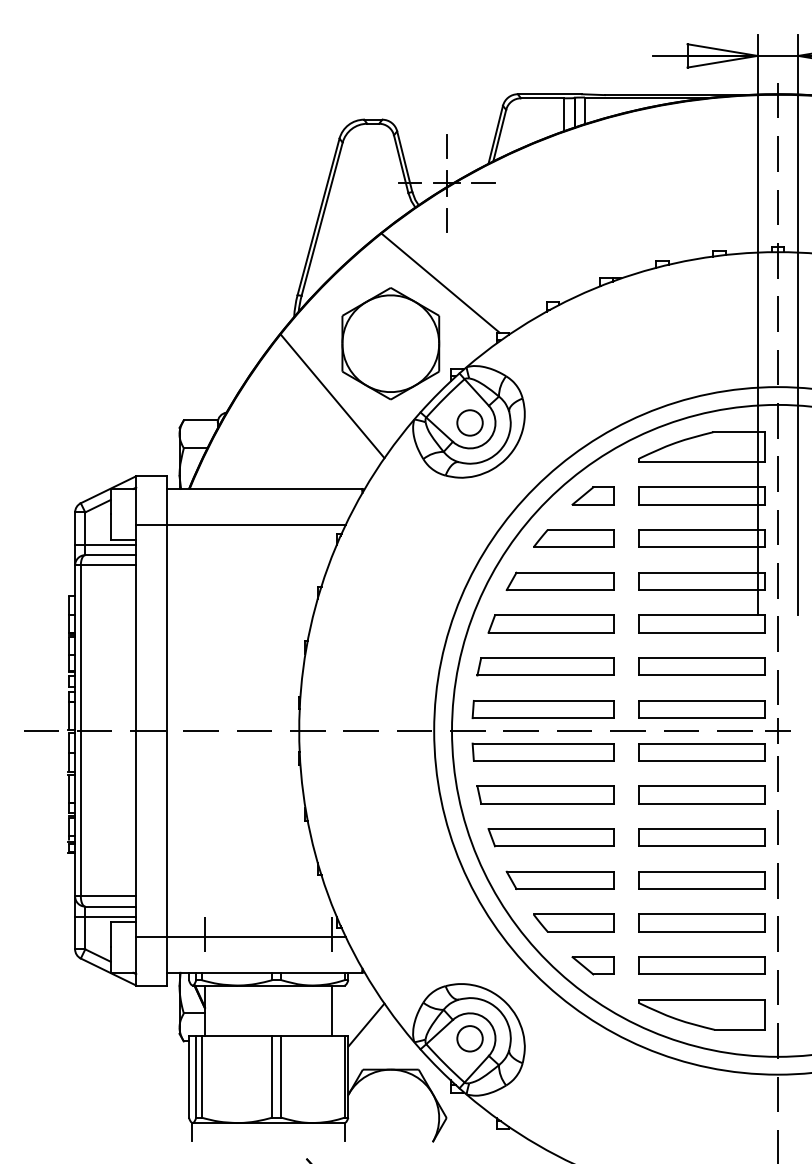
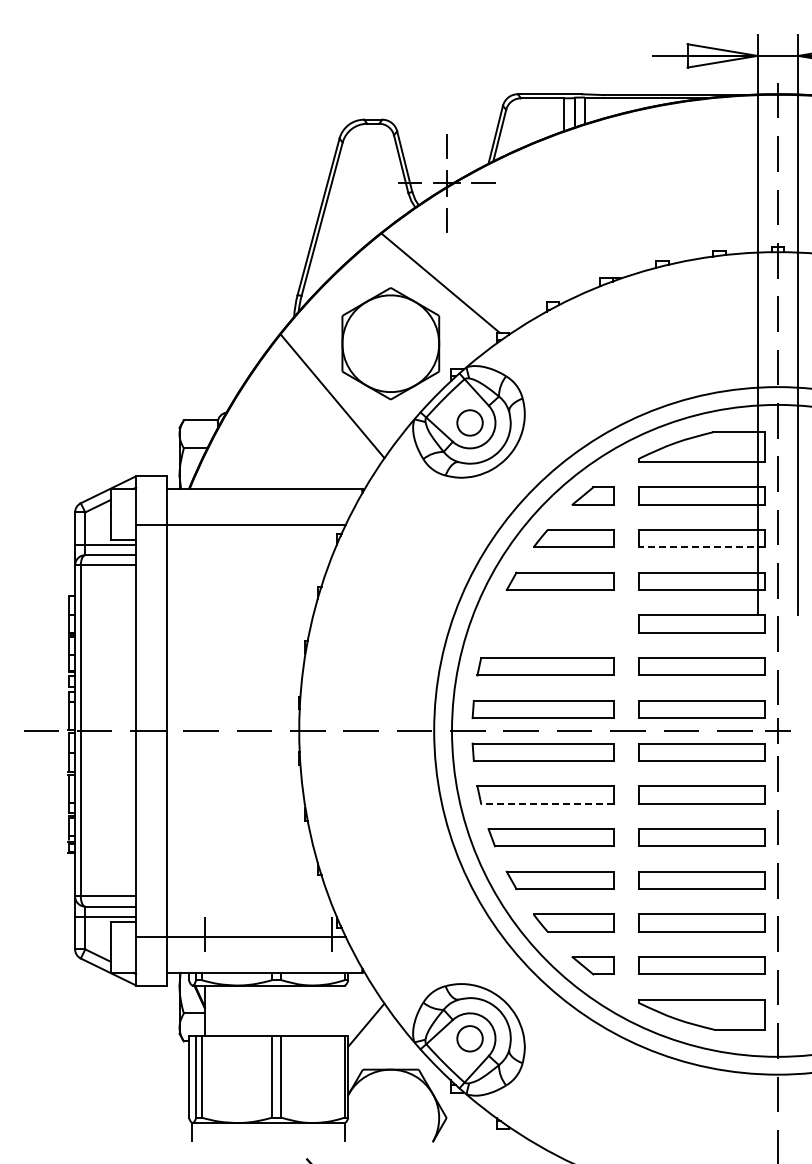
line at (702, 547): solid -> dashed
part at (550, 623): present -> none
line at (547, 803): solid -> dashed
line at (332, 1010): present -> none
